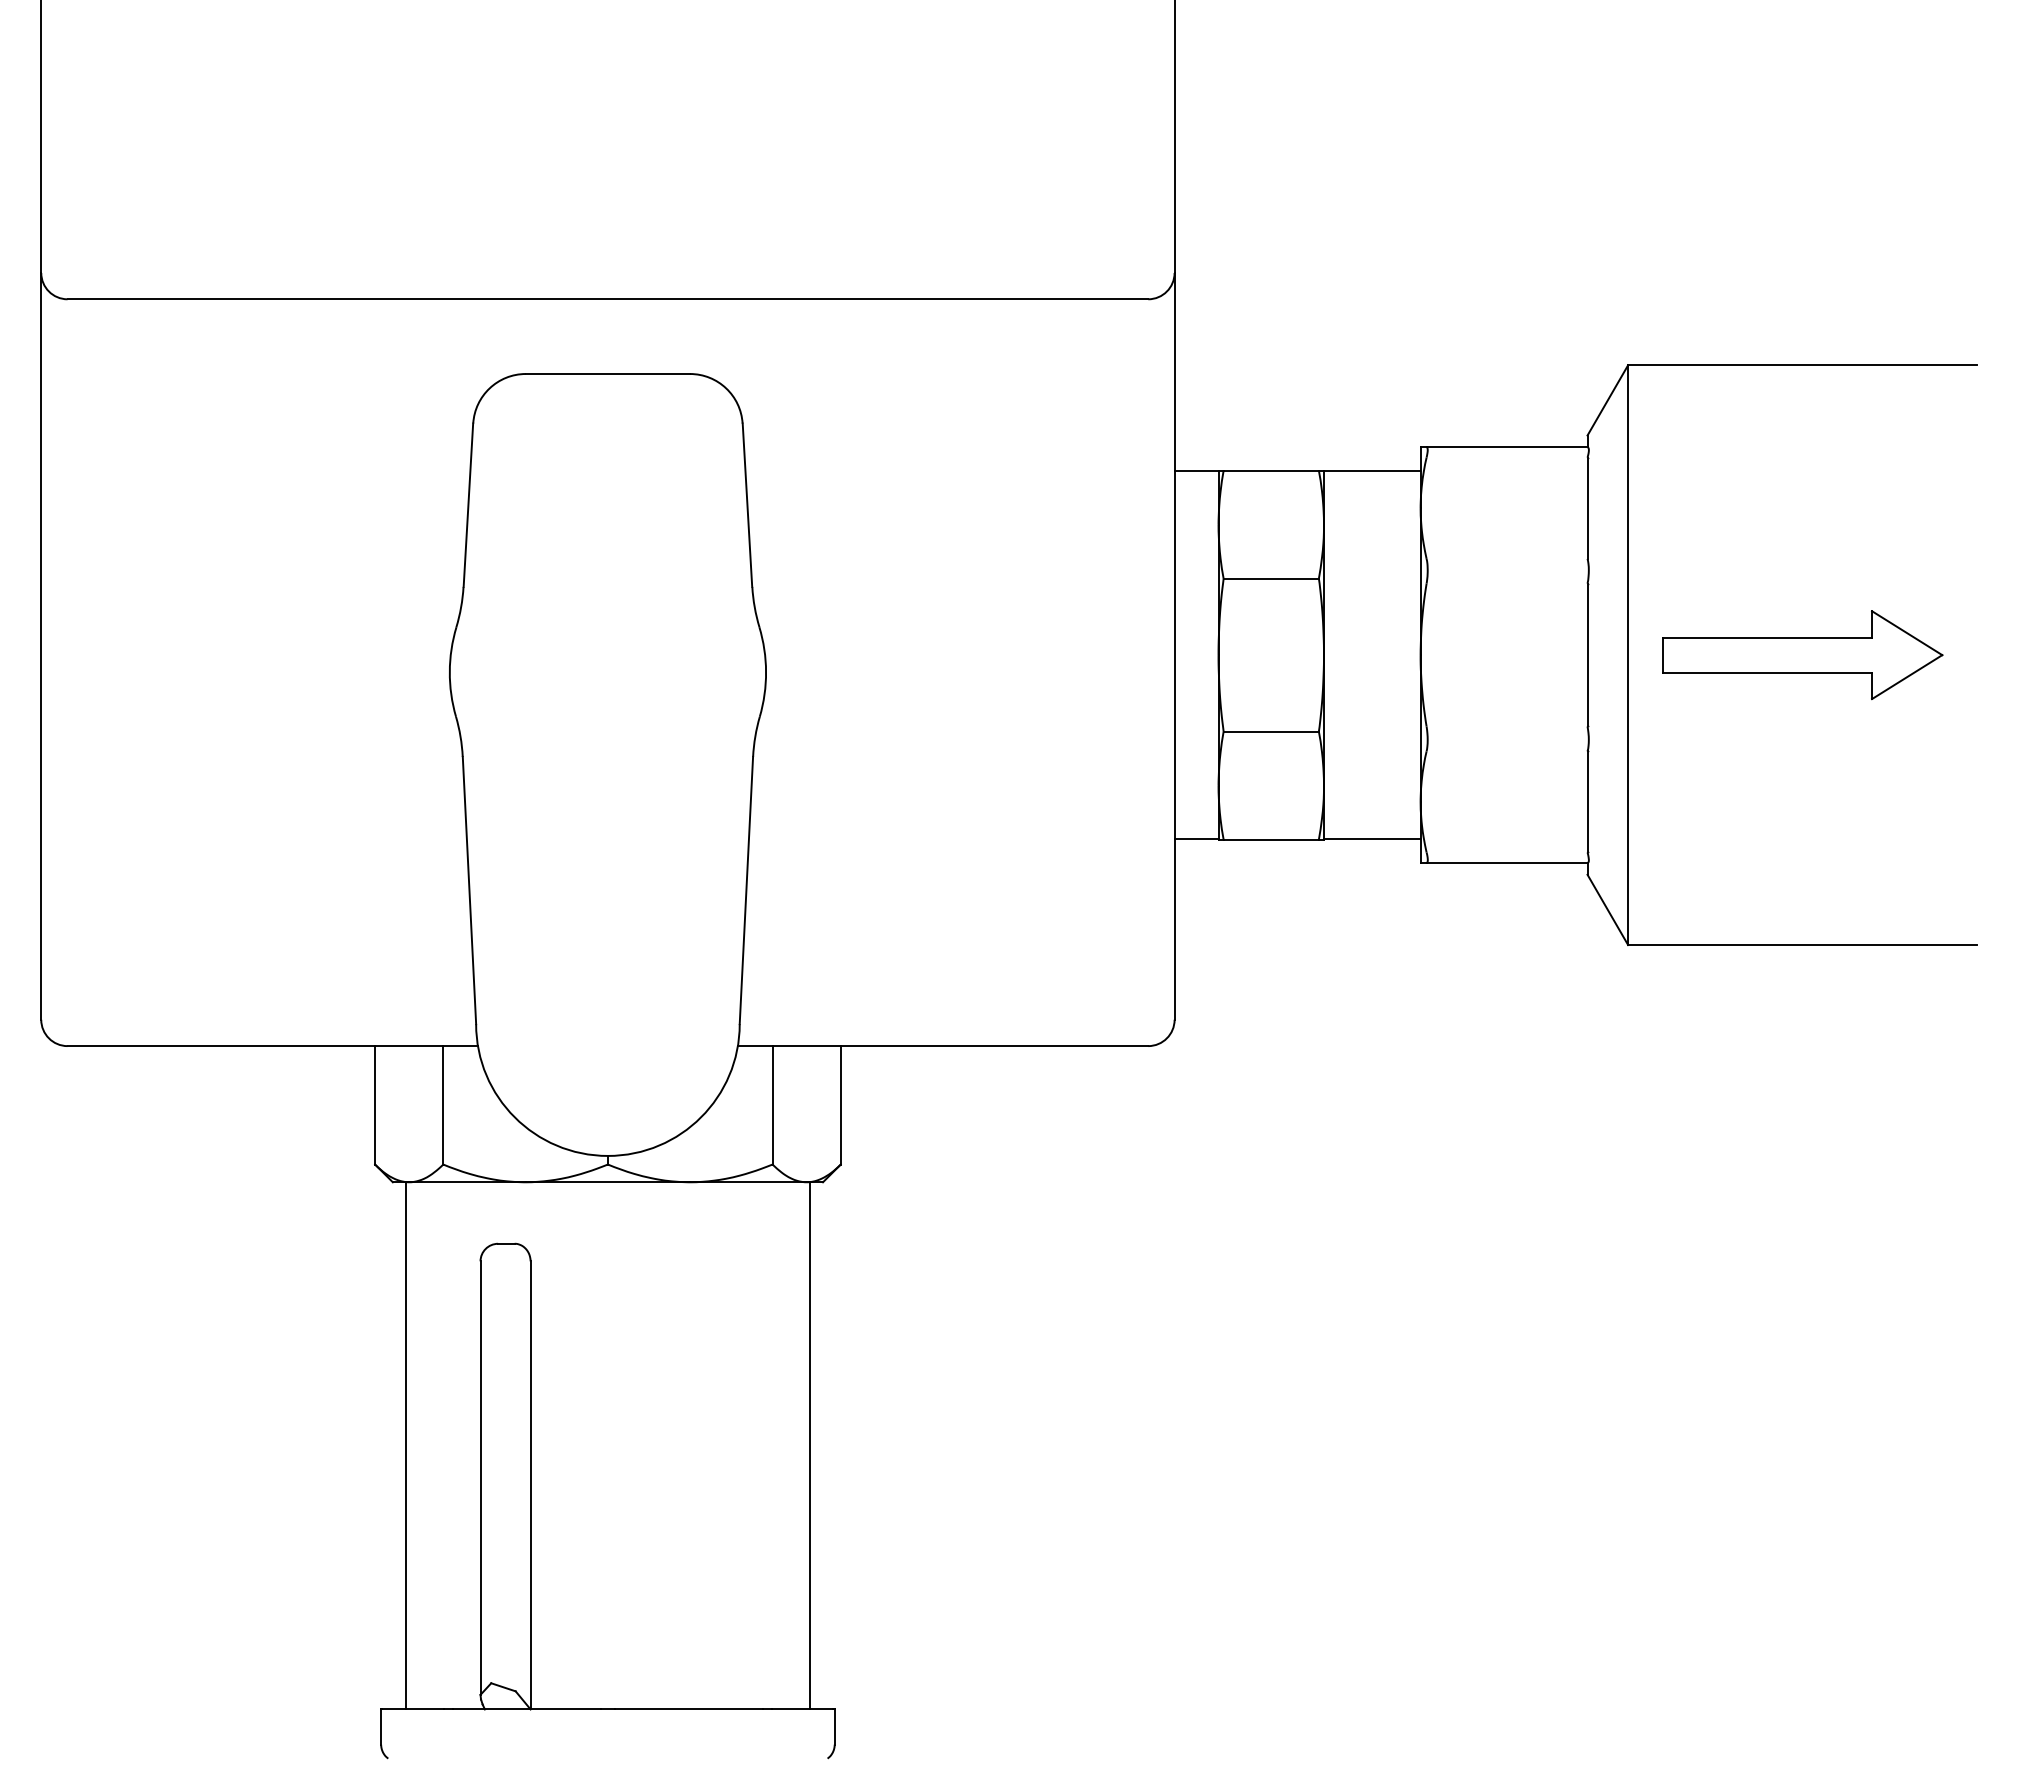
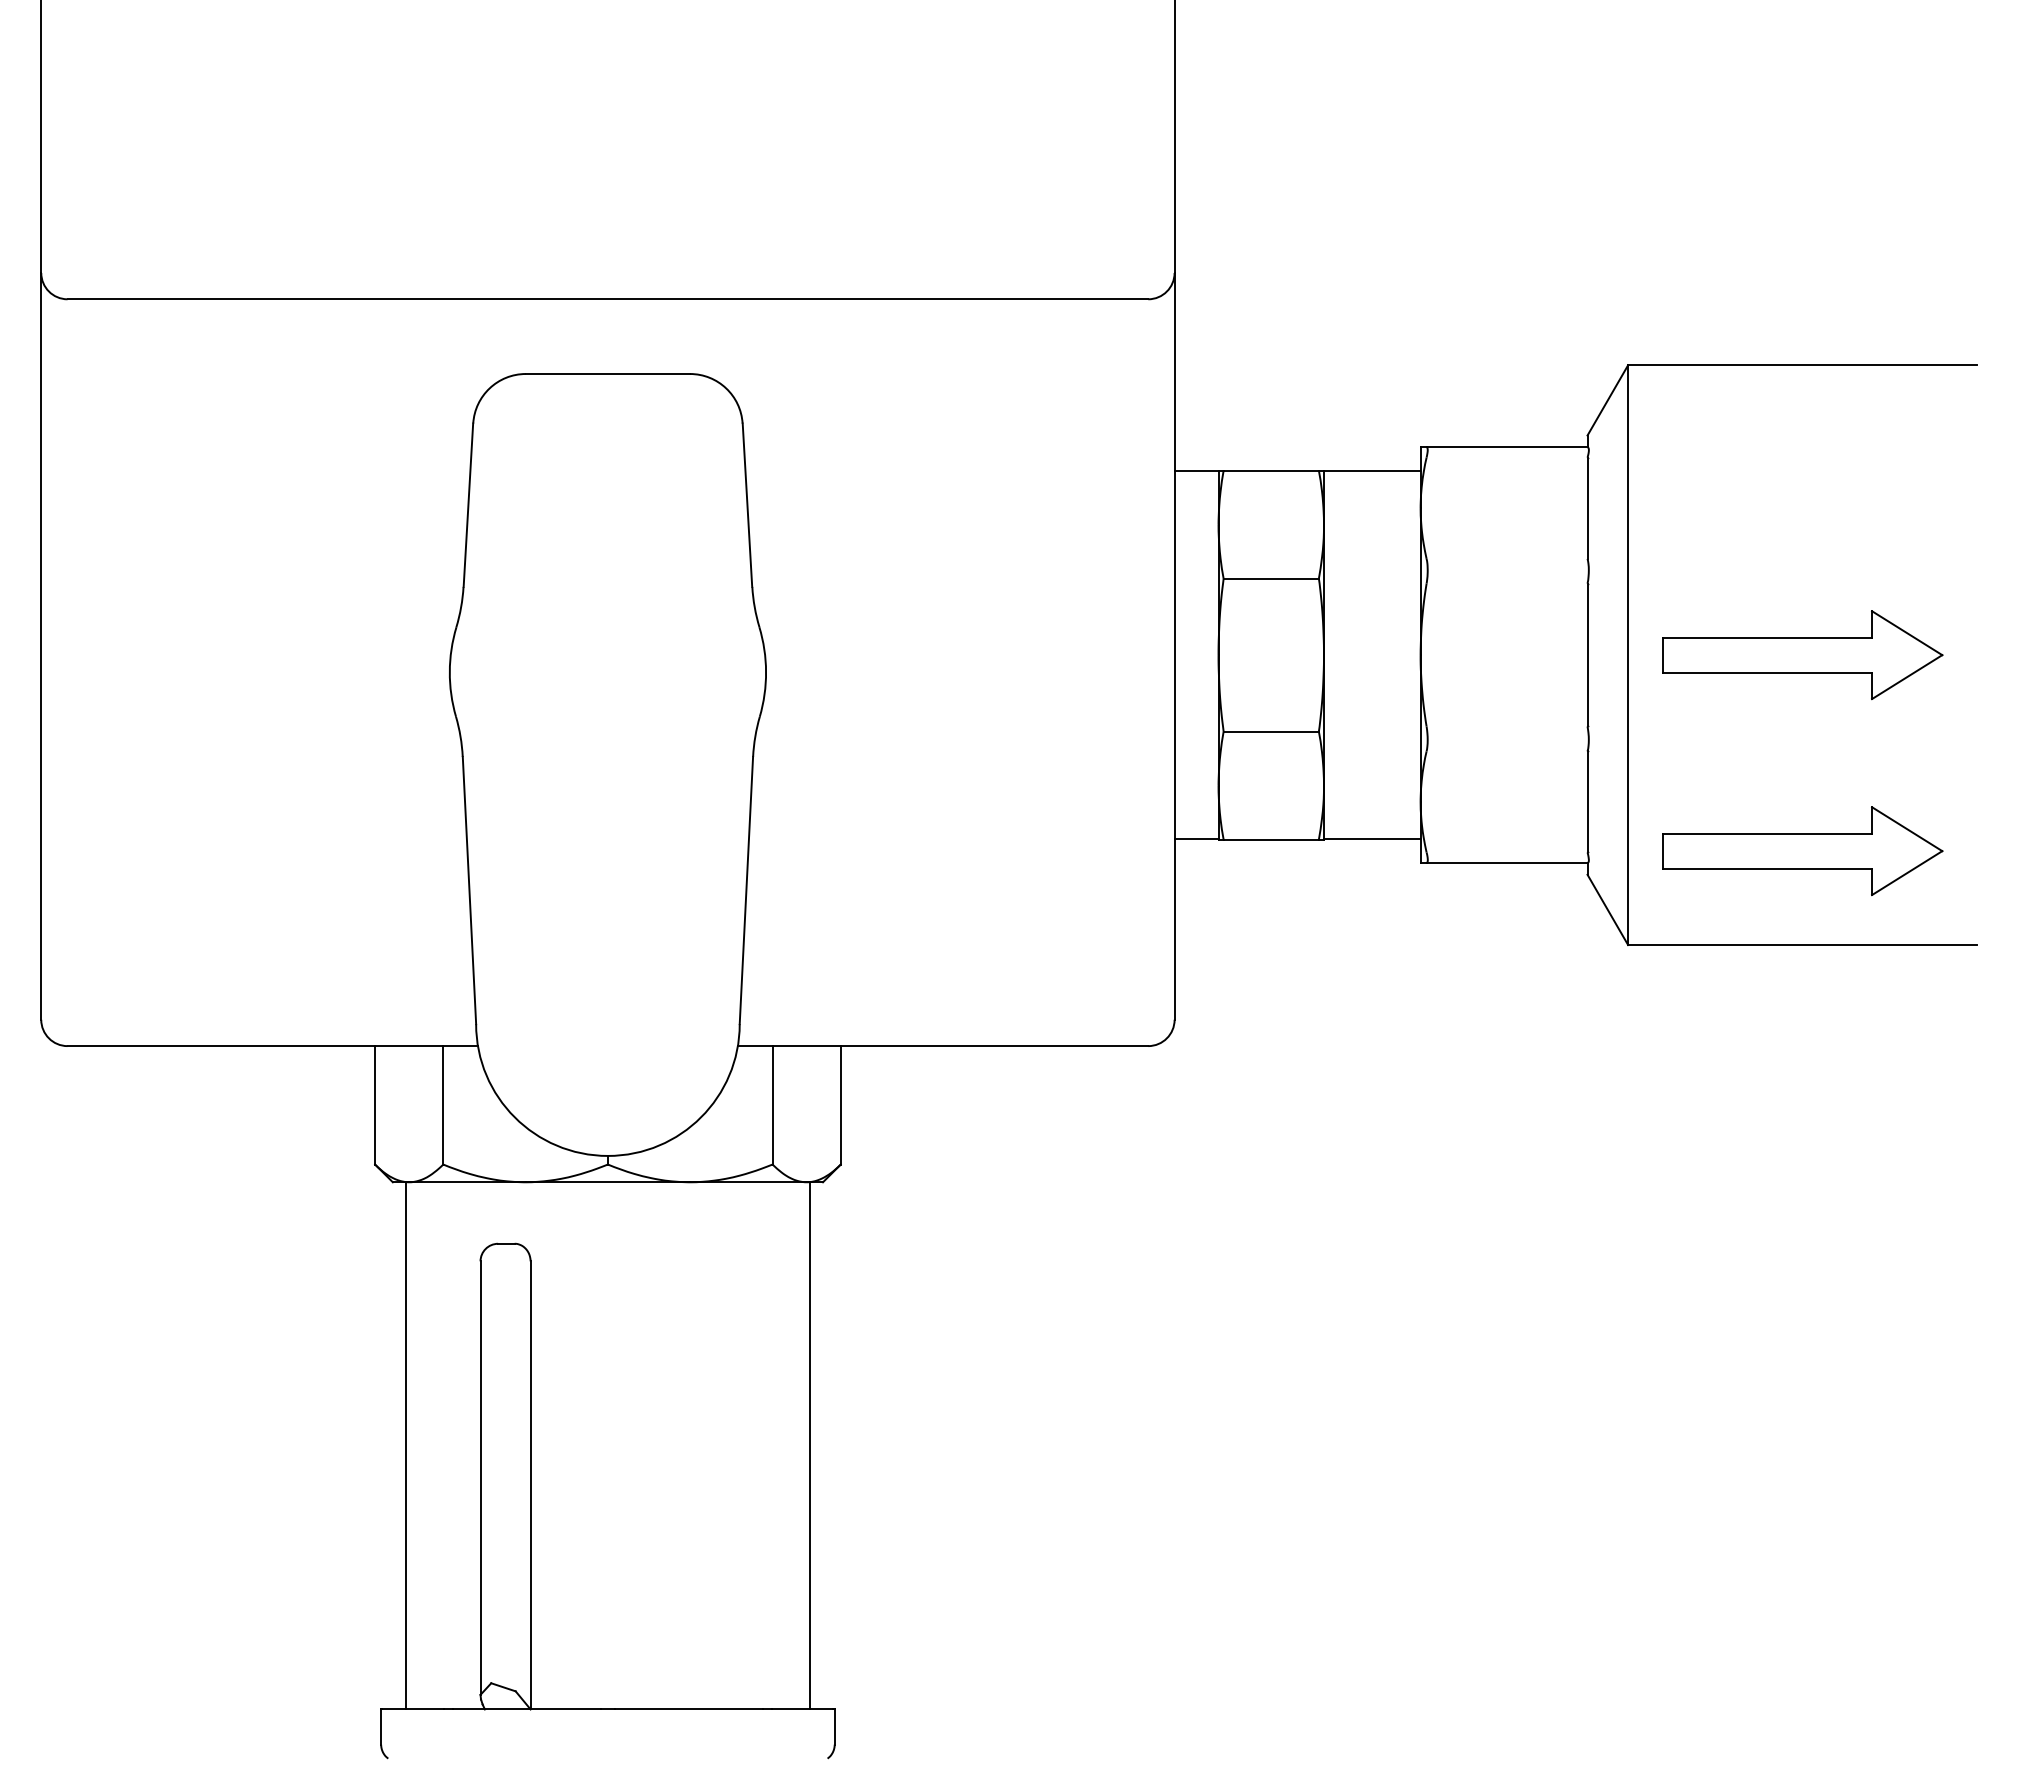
part at (1802, 851): none -> present
